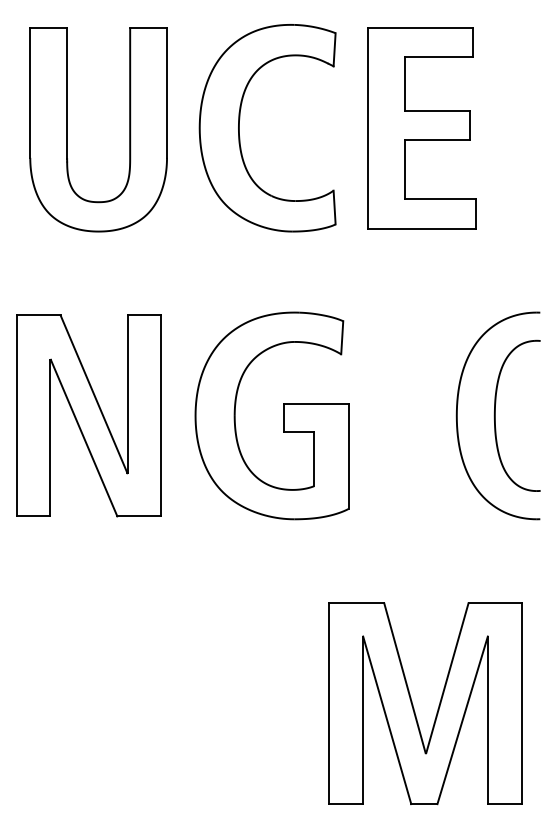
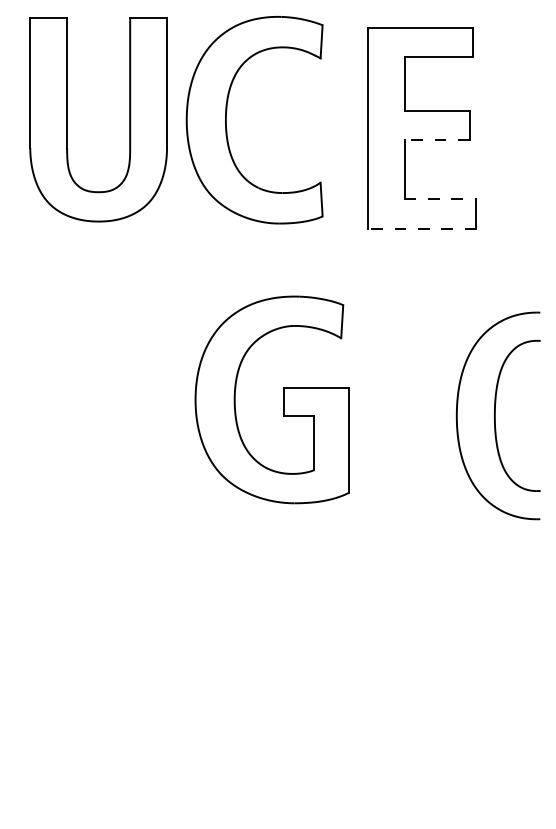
part at (239, 128) position: (239, 128) -> (226, 120)
part at (67, 129) position: (67, 129) -> (67, 119)
line at (437, 140): solid -> dashed
line at (440, 199): solid -> dashed
line at (421, 228): solid -> dashed
part at (88, 415): present -> none
part at (283, 415) position: (283, 415) -> (283, 399)
part at (413, 704): present -> none
